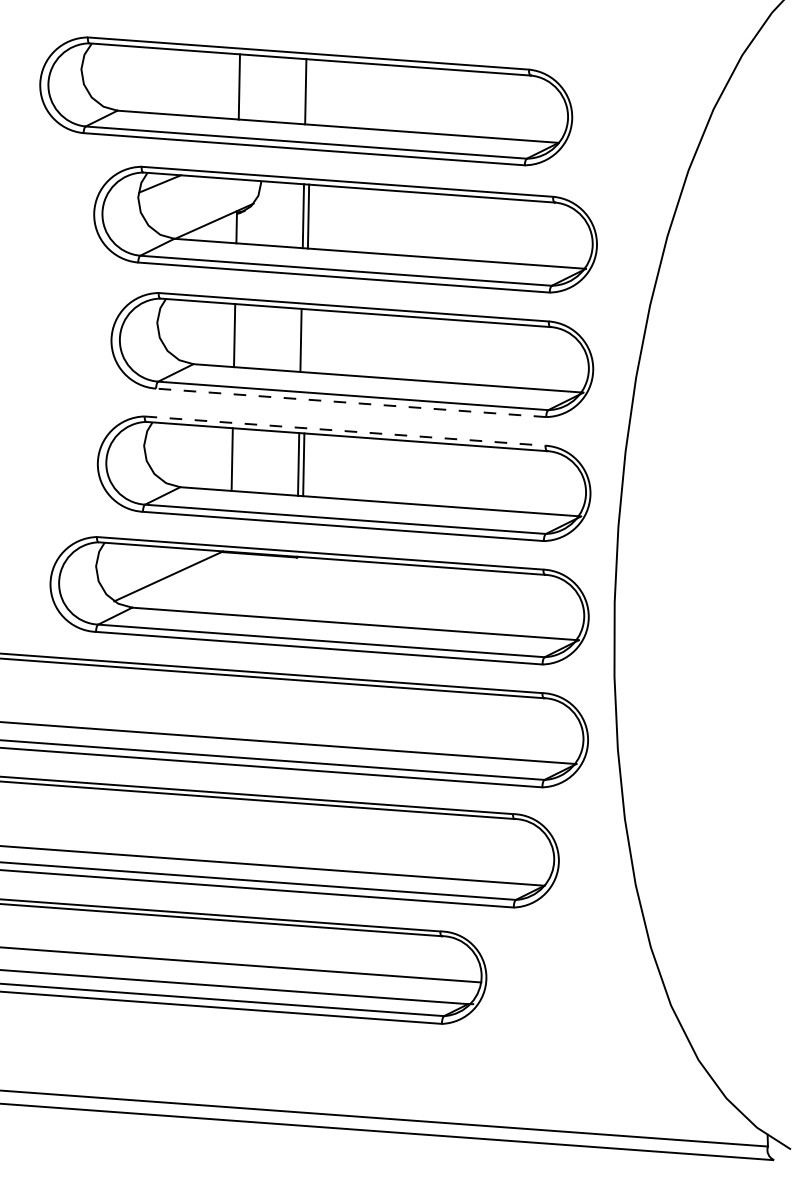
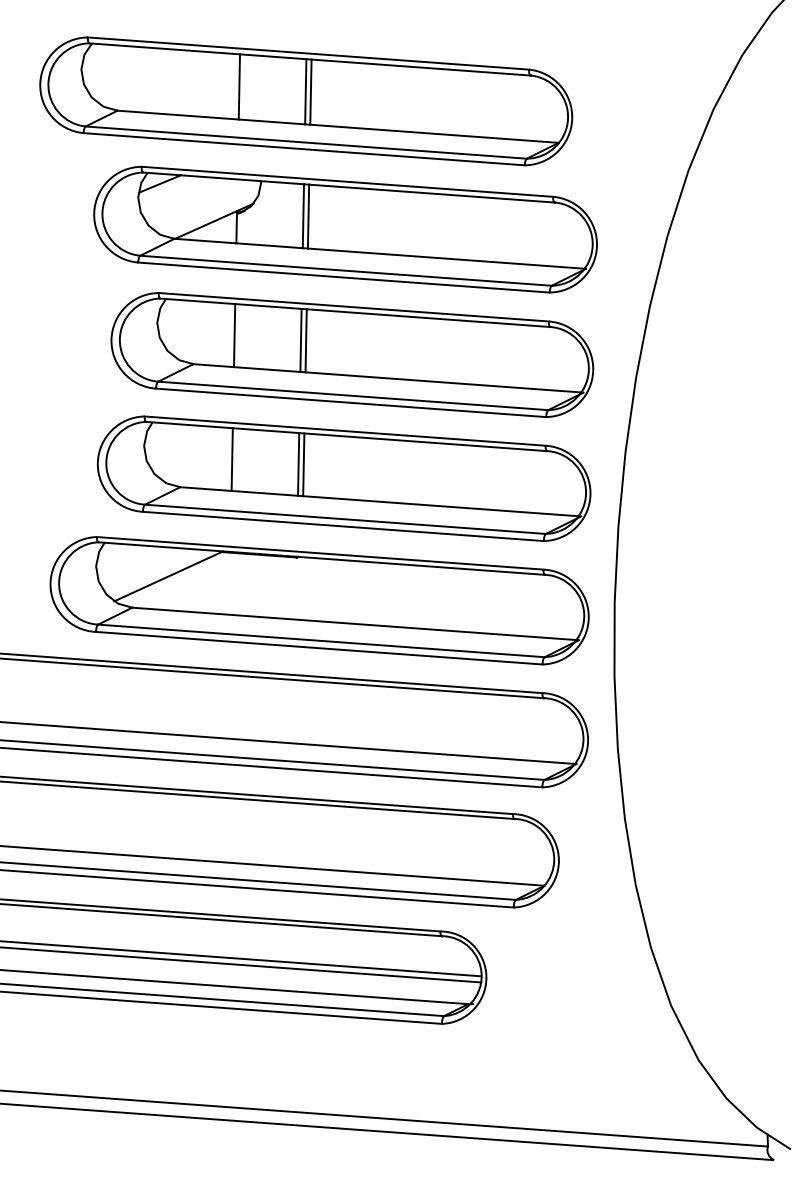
line at (310, 91): none -> present
line at (305, 340): none -> present
line at (351, 402): dashed -> solid
line at (345, 431): dashed -> solid
line at (241, 958): none -> present
